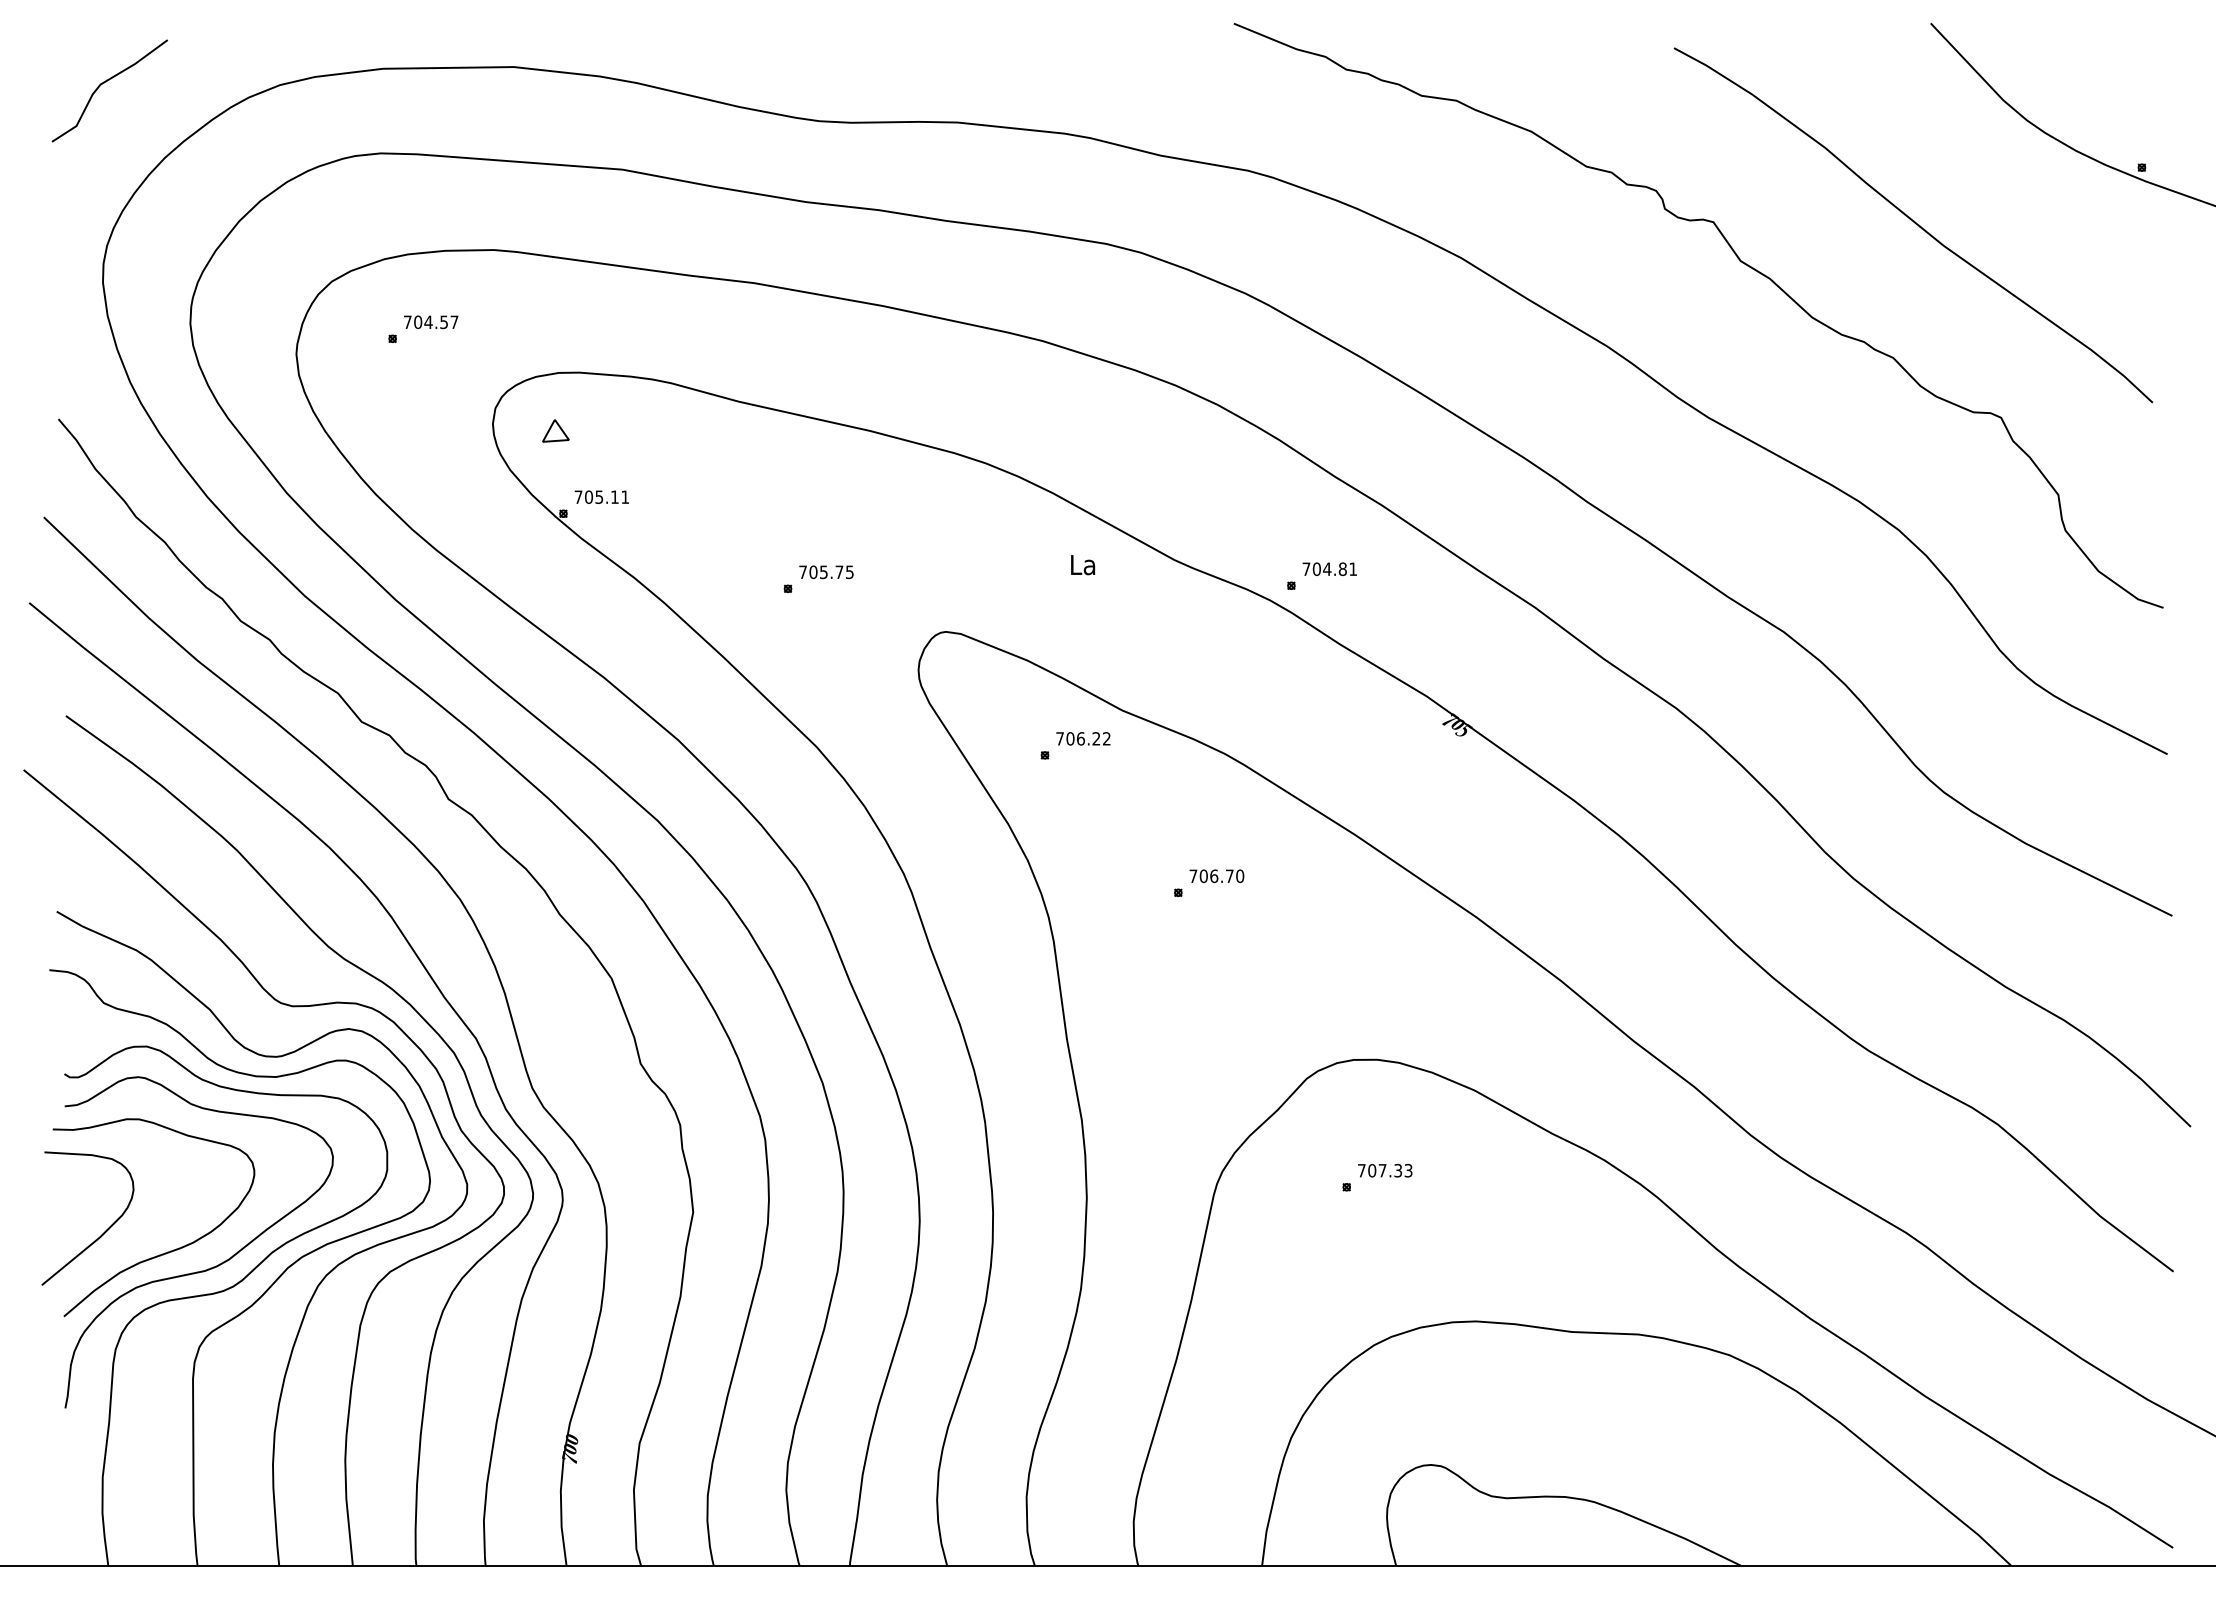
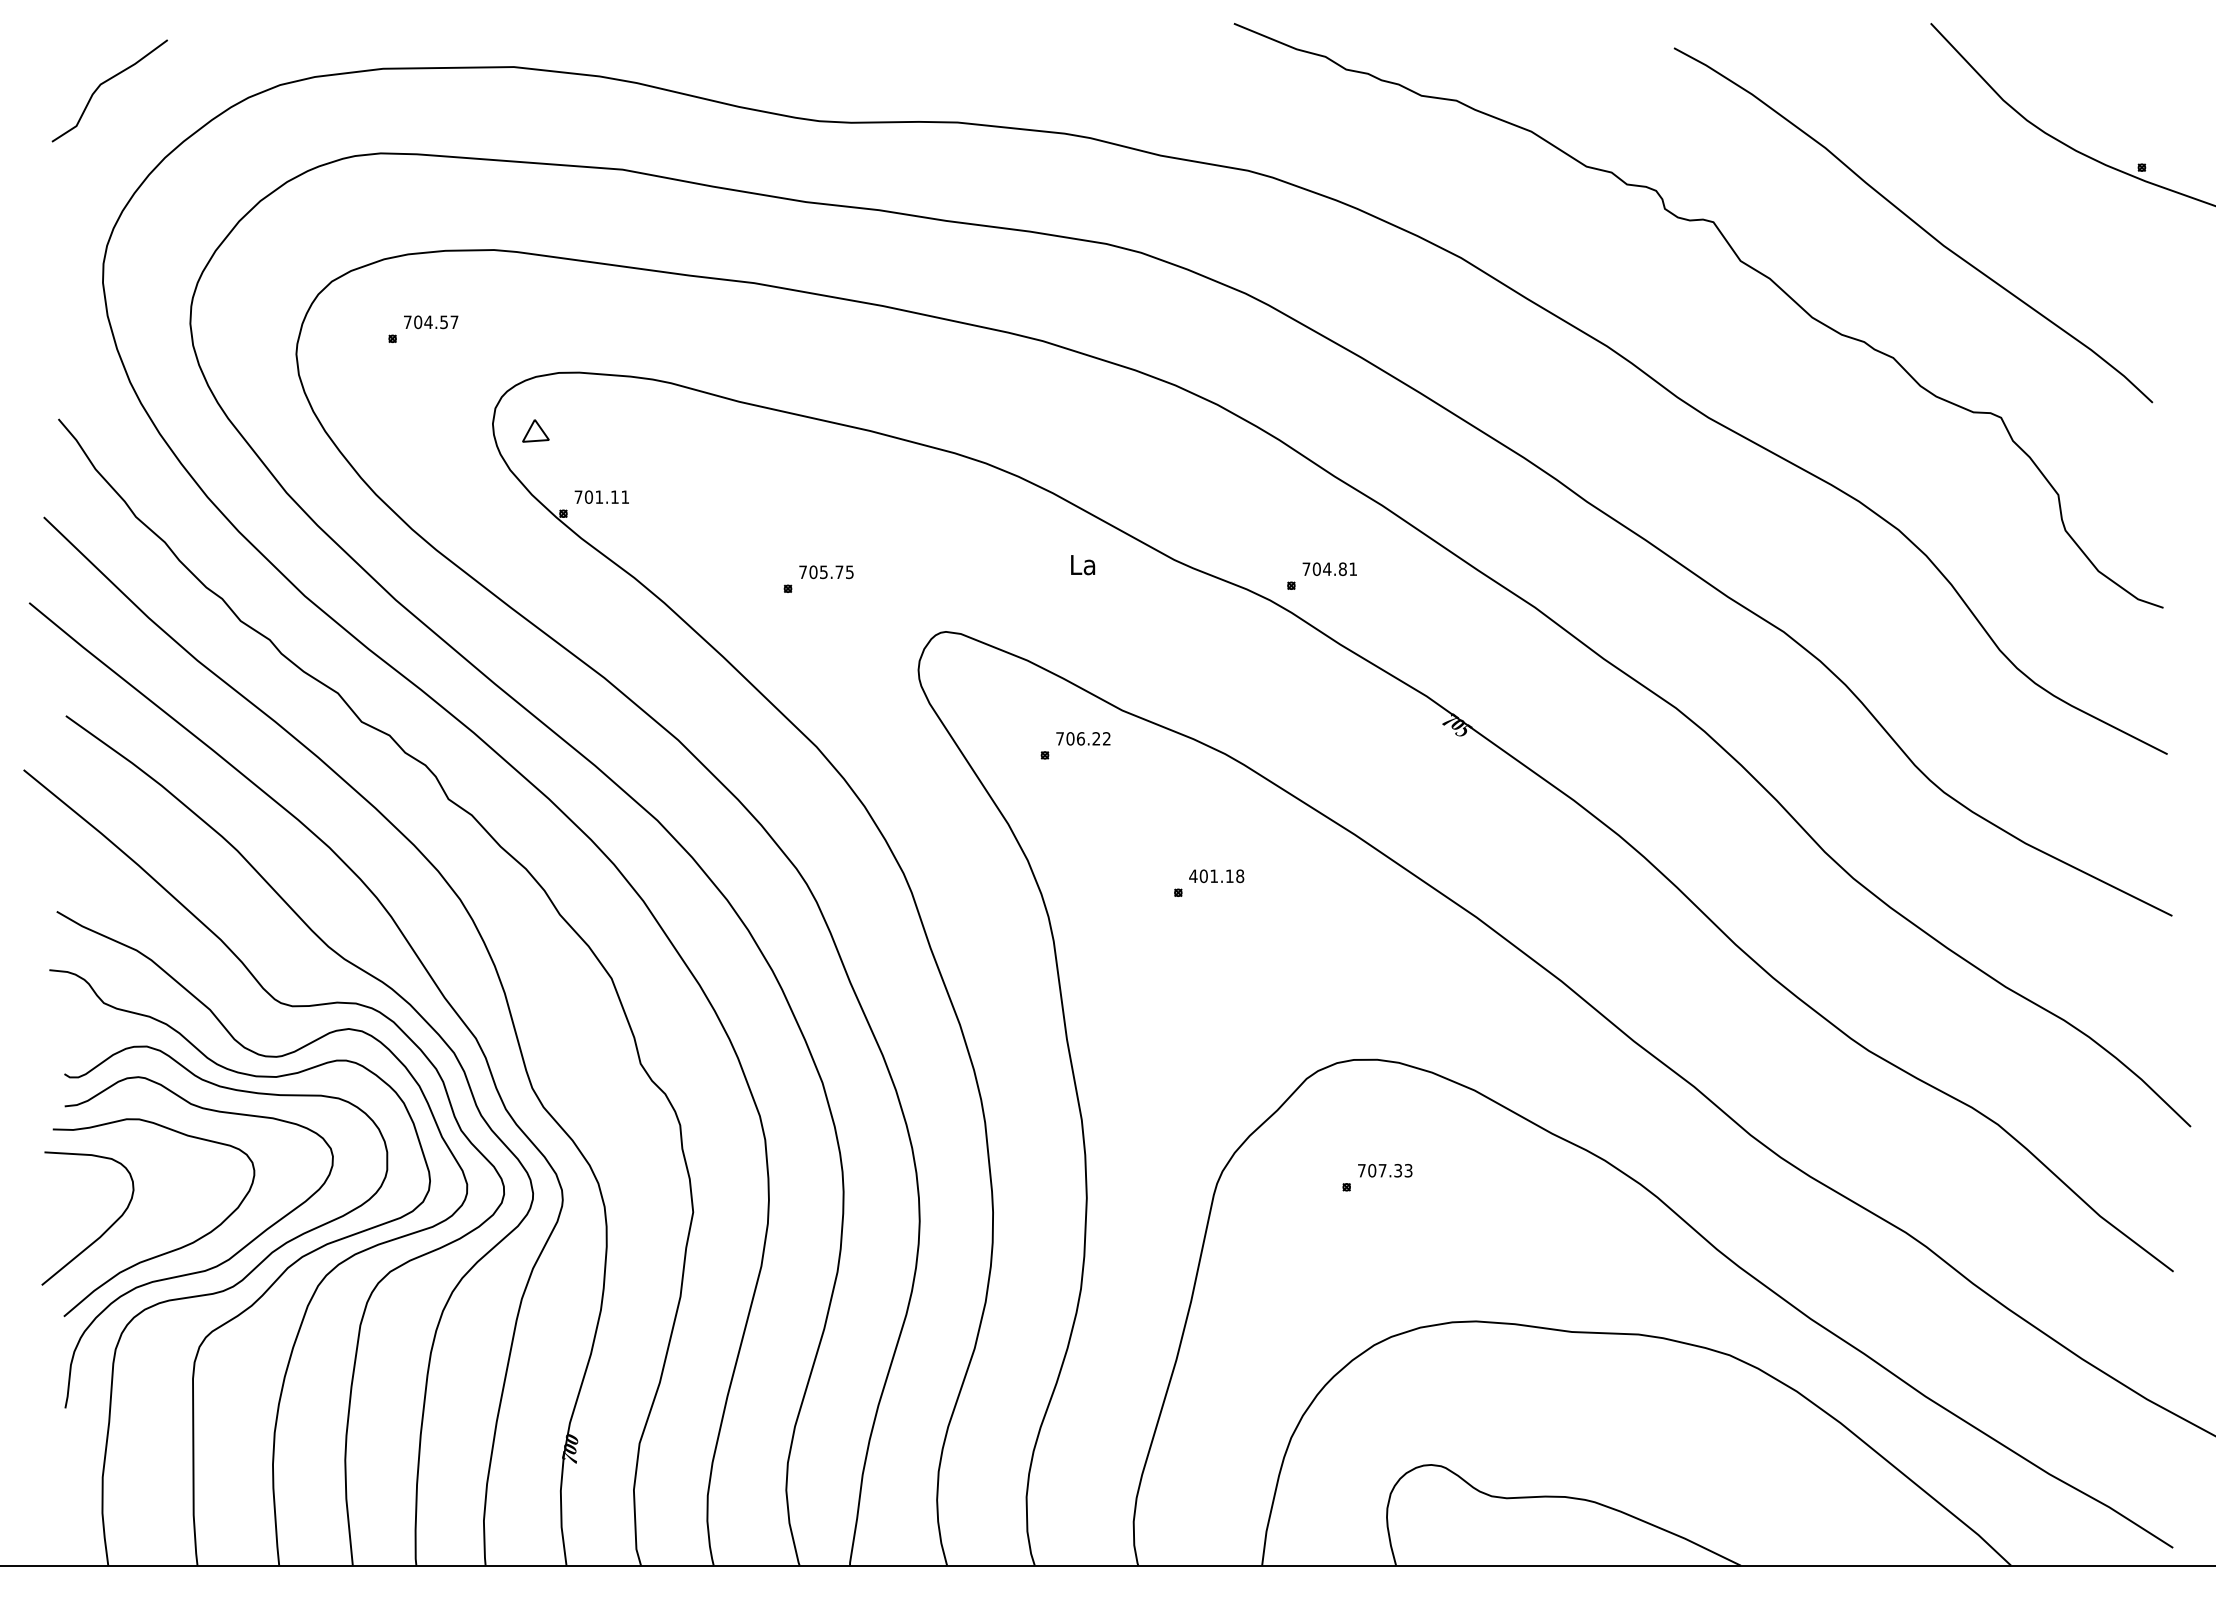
part at (555, 430) position: (555, 430) -> (535, 430)
text at (599, 496): 705.11 -> 701.11
text at (1216, 876): 706.70 -> 401.18
